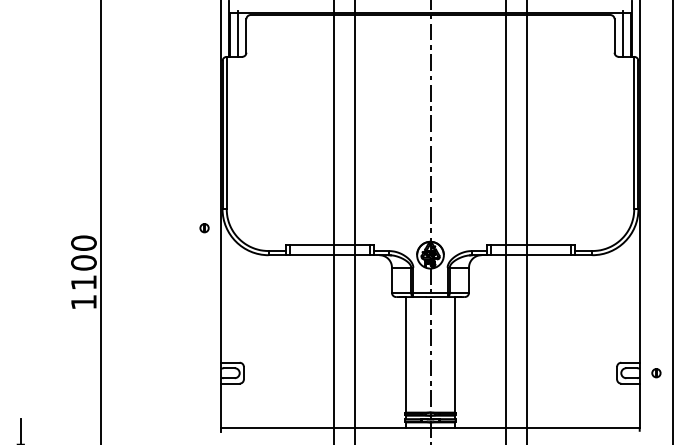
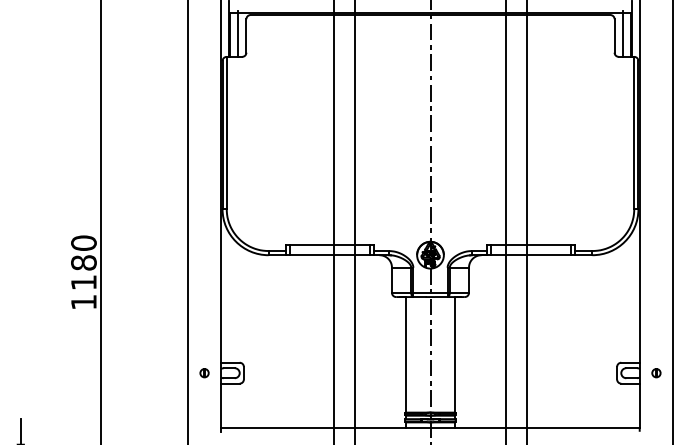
line at (187, 221): none -> present
part at (204, 228) position: (204, 228) -> (204, 373)
text at (83, 262): 1100 -> 1180
